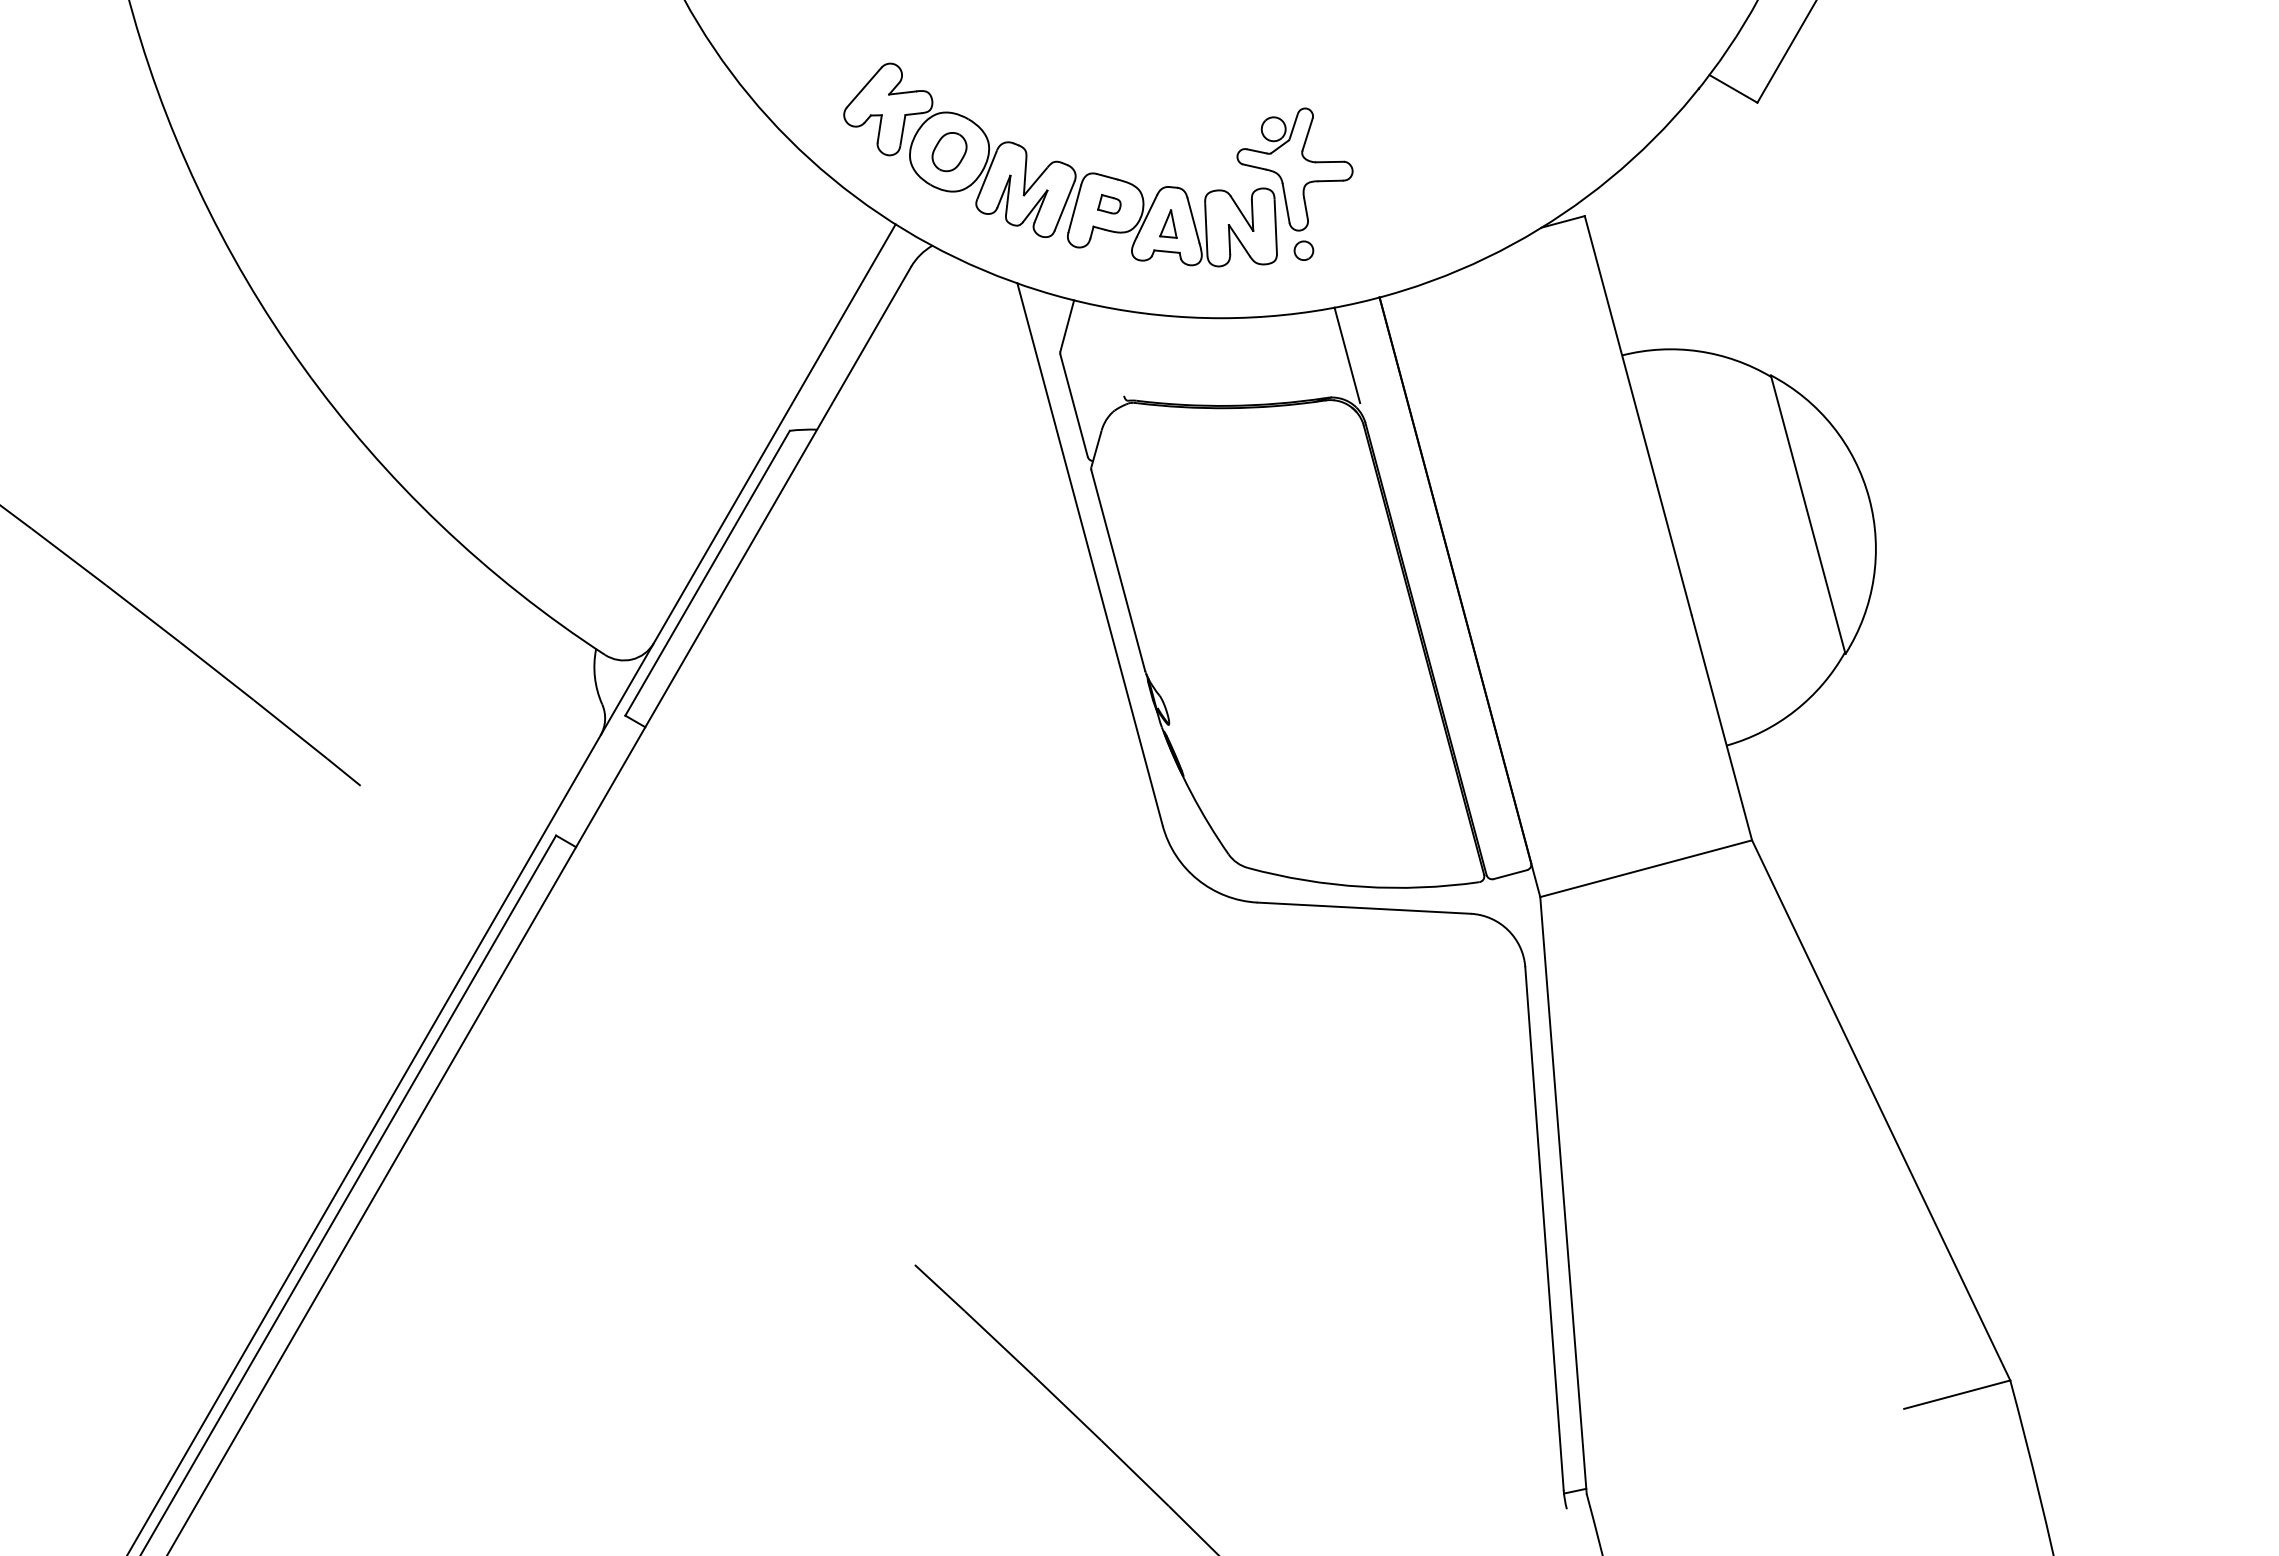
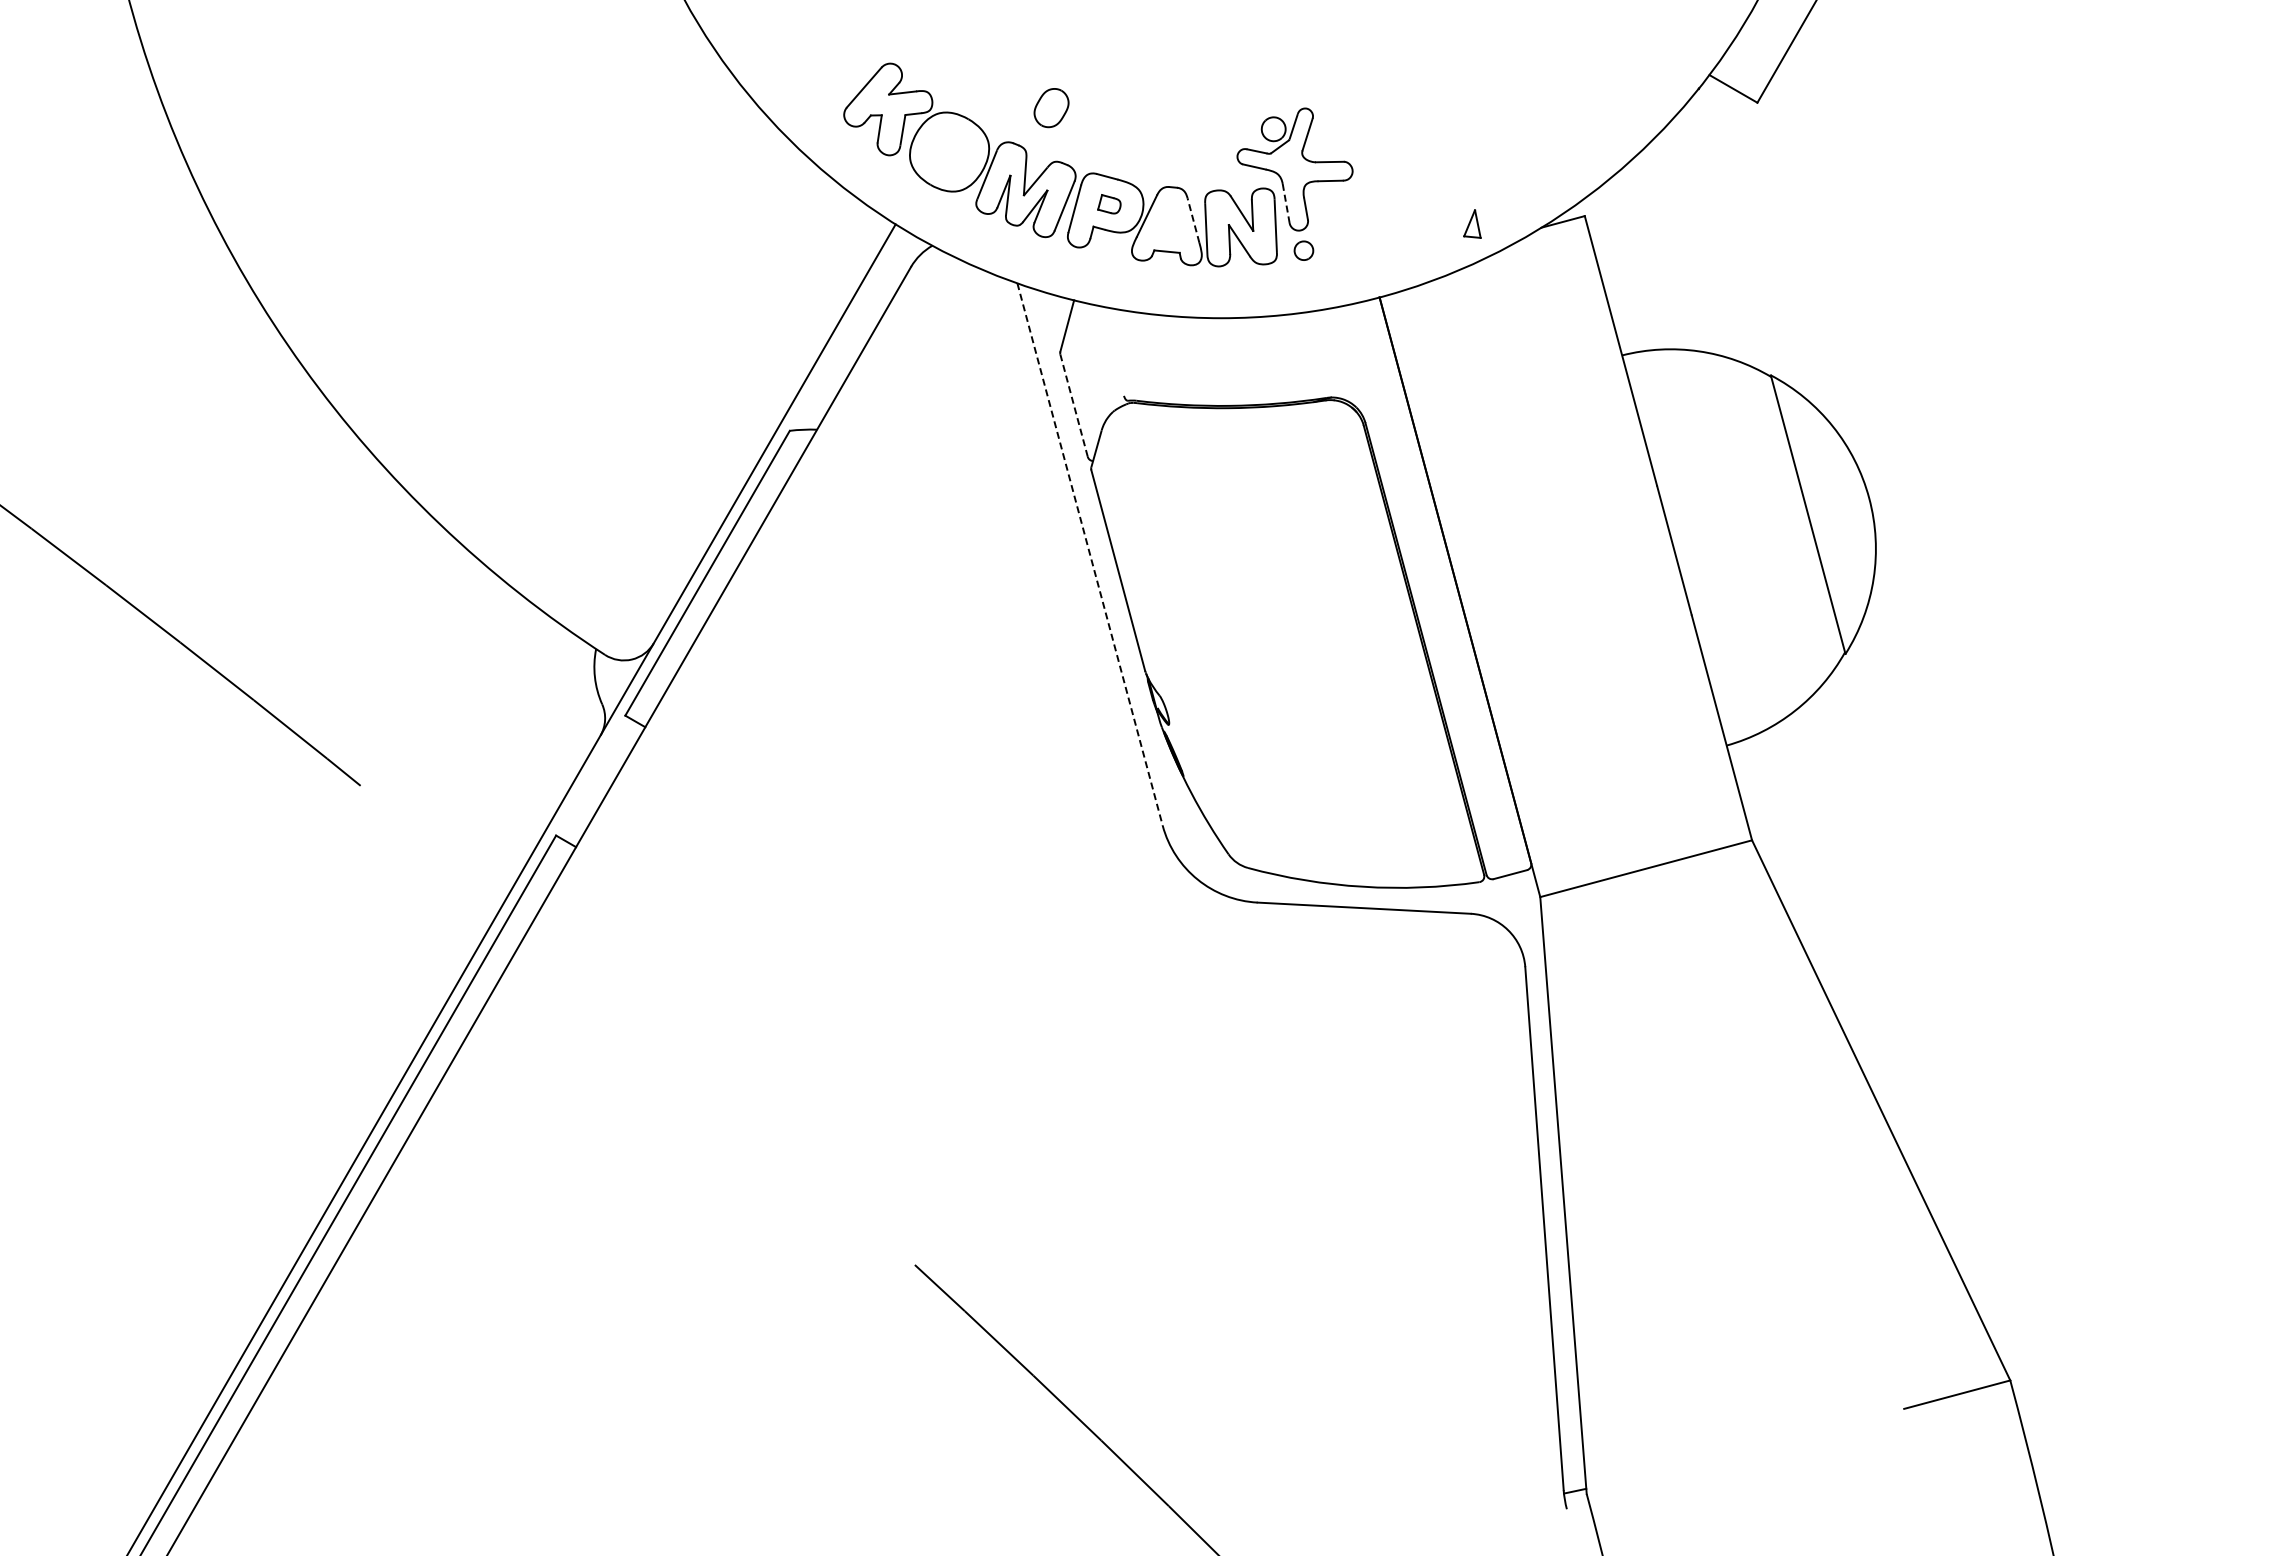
part at (949, 152) position: (949, 152) -> (1051, 108)
line at (1286, 203): solid -> dashed
line at (1193, 220): solid -> dashed
part at (1168, 223) position: (1168, 223) -> (1472, 223)
line at (1347, 355): present -> none
line at (1074, 405): solid -> dashed
line at (1090, 554): solid -> dashed
